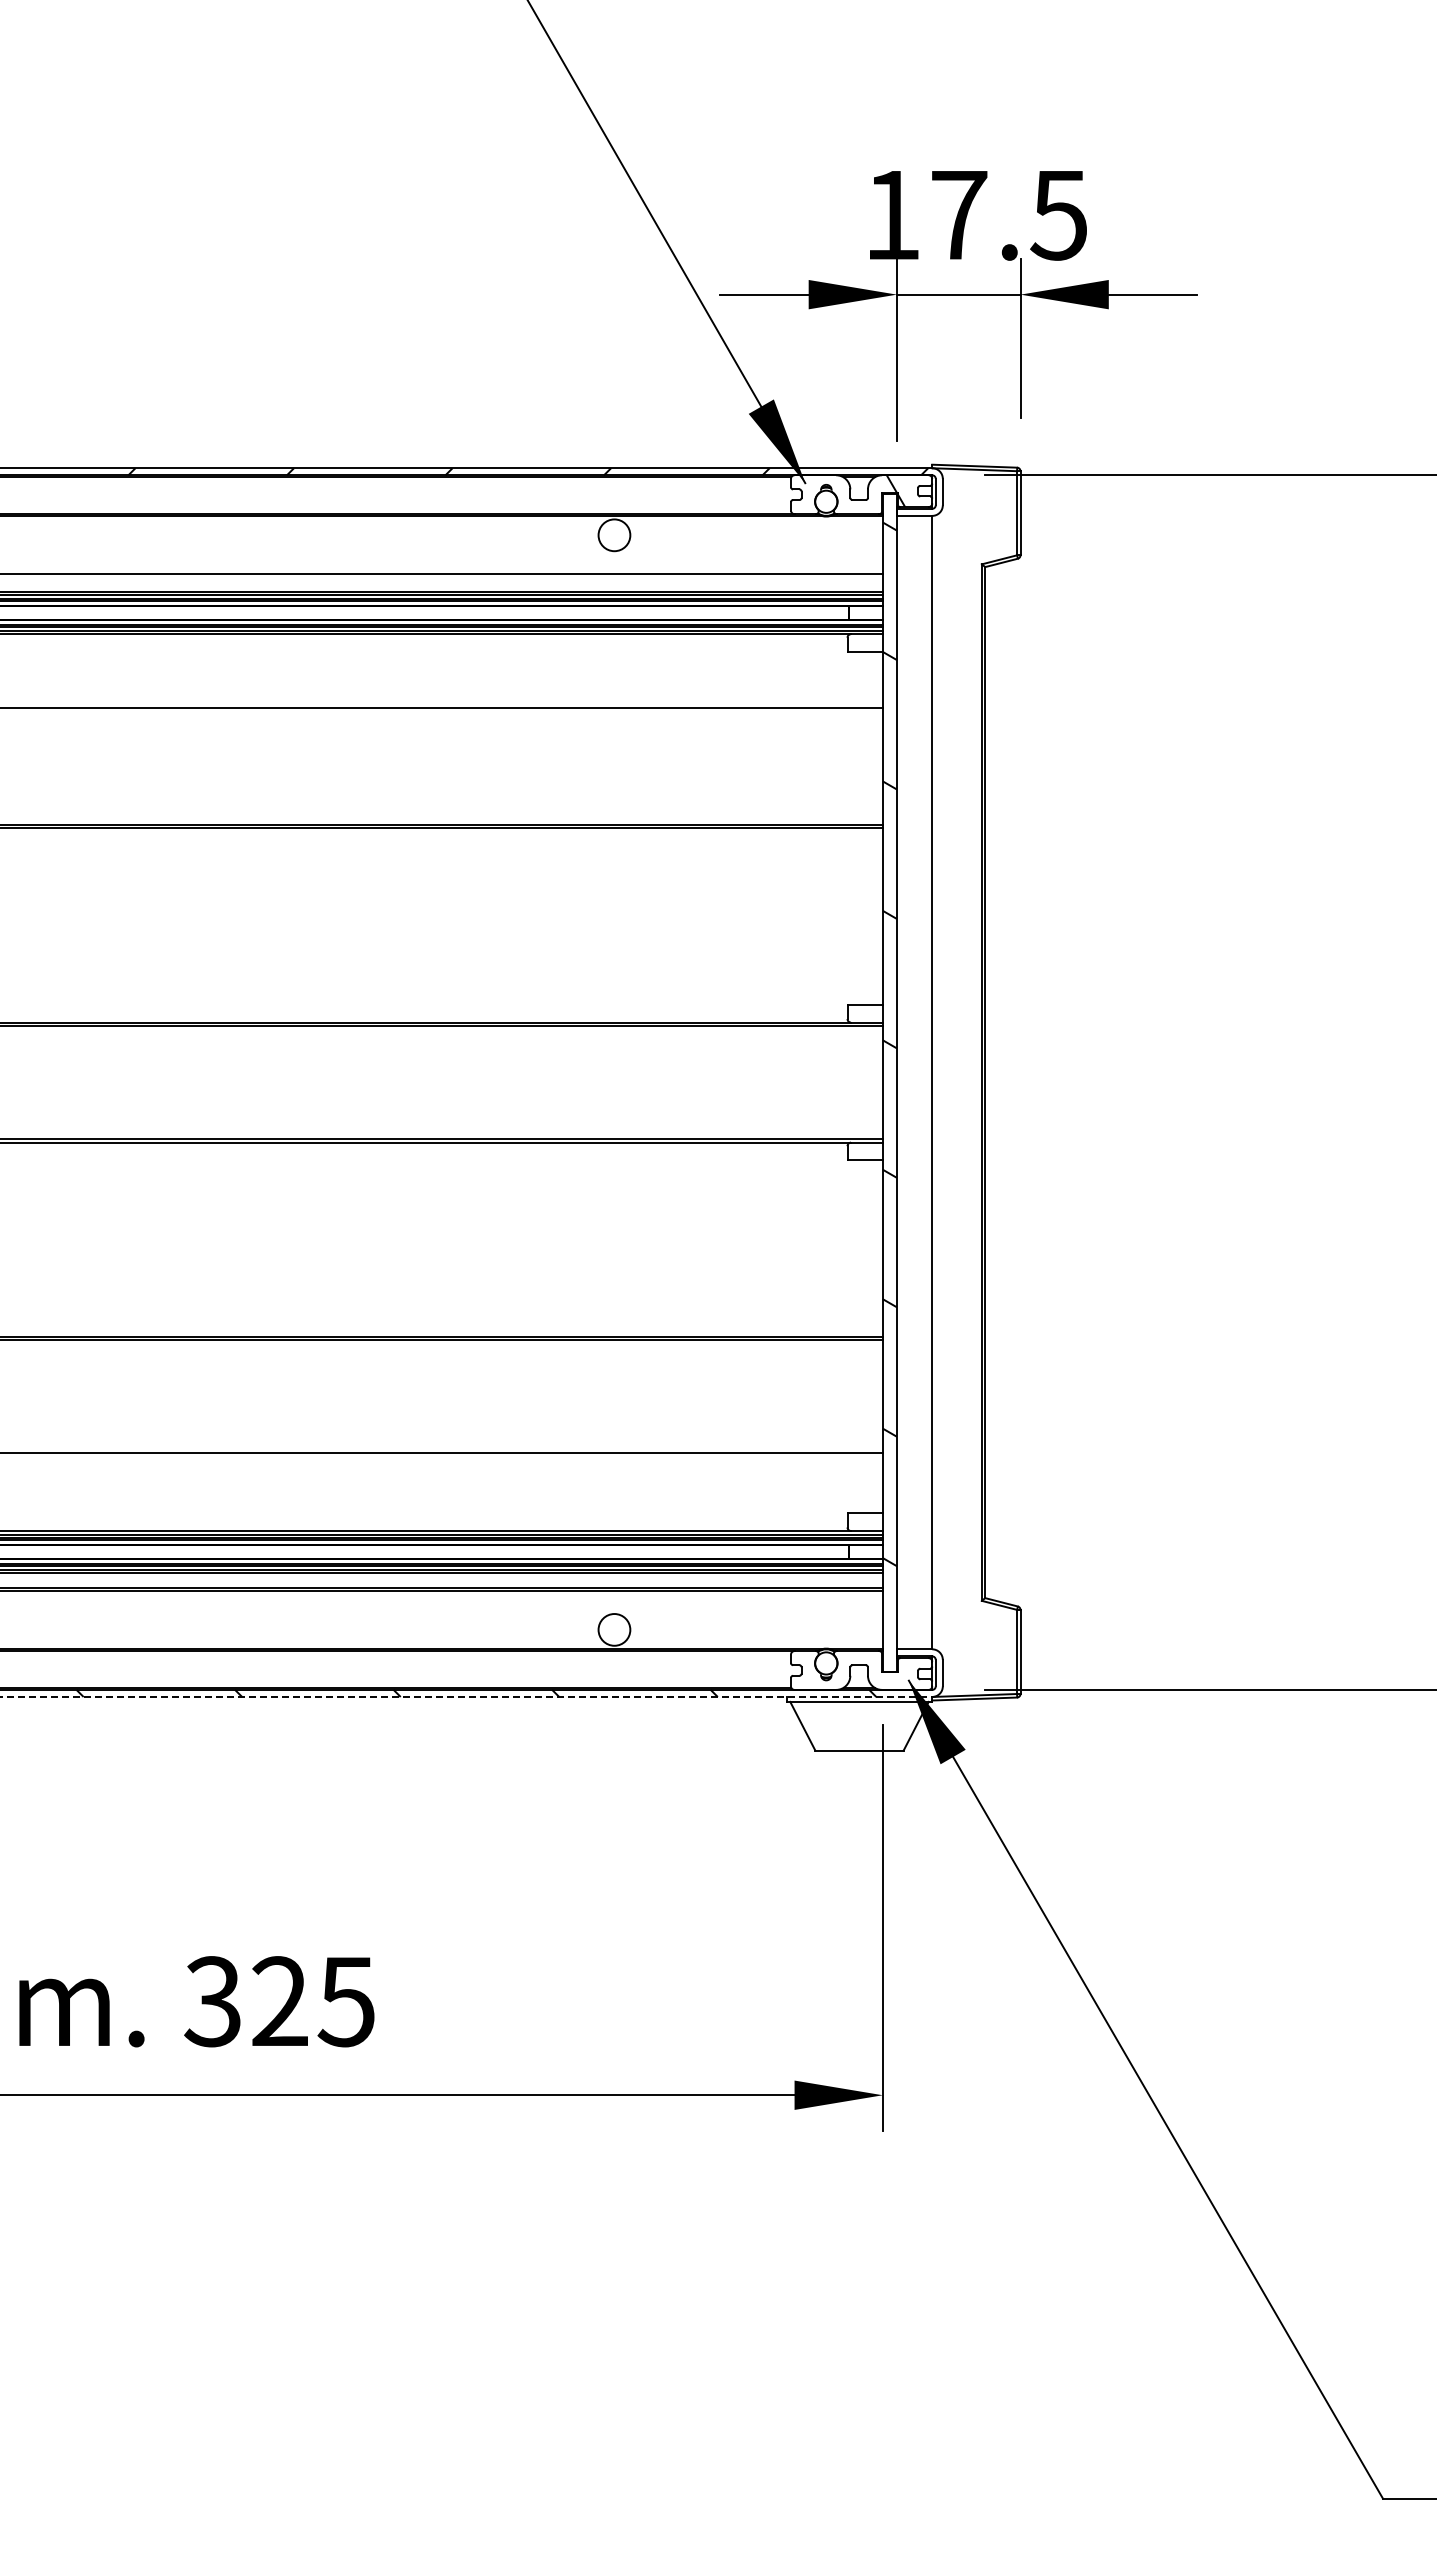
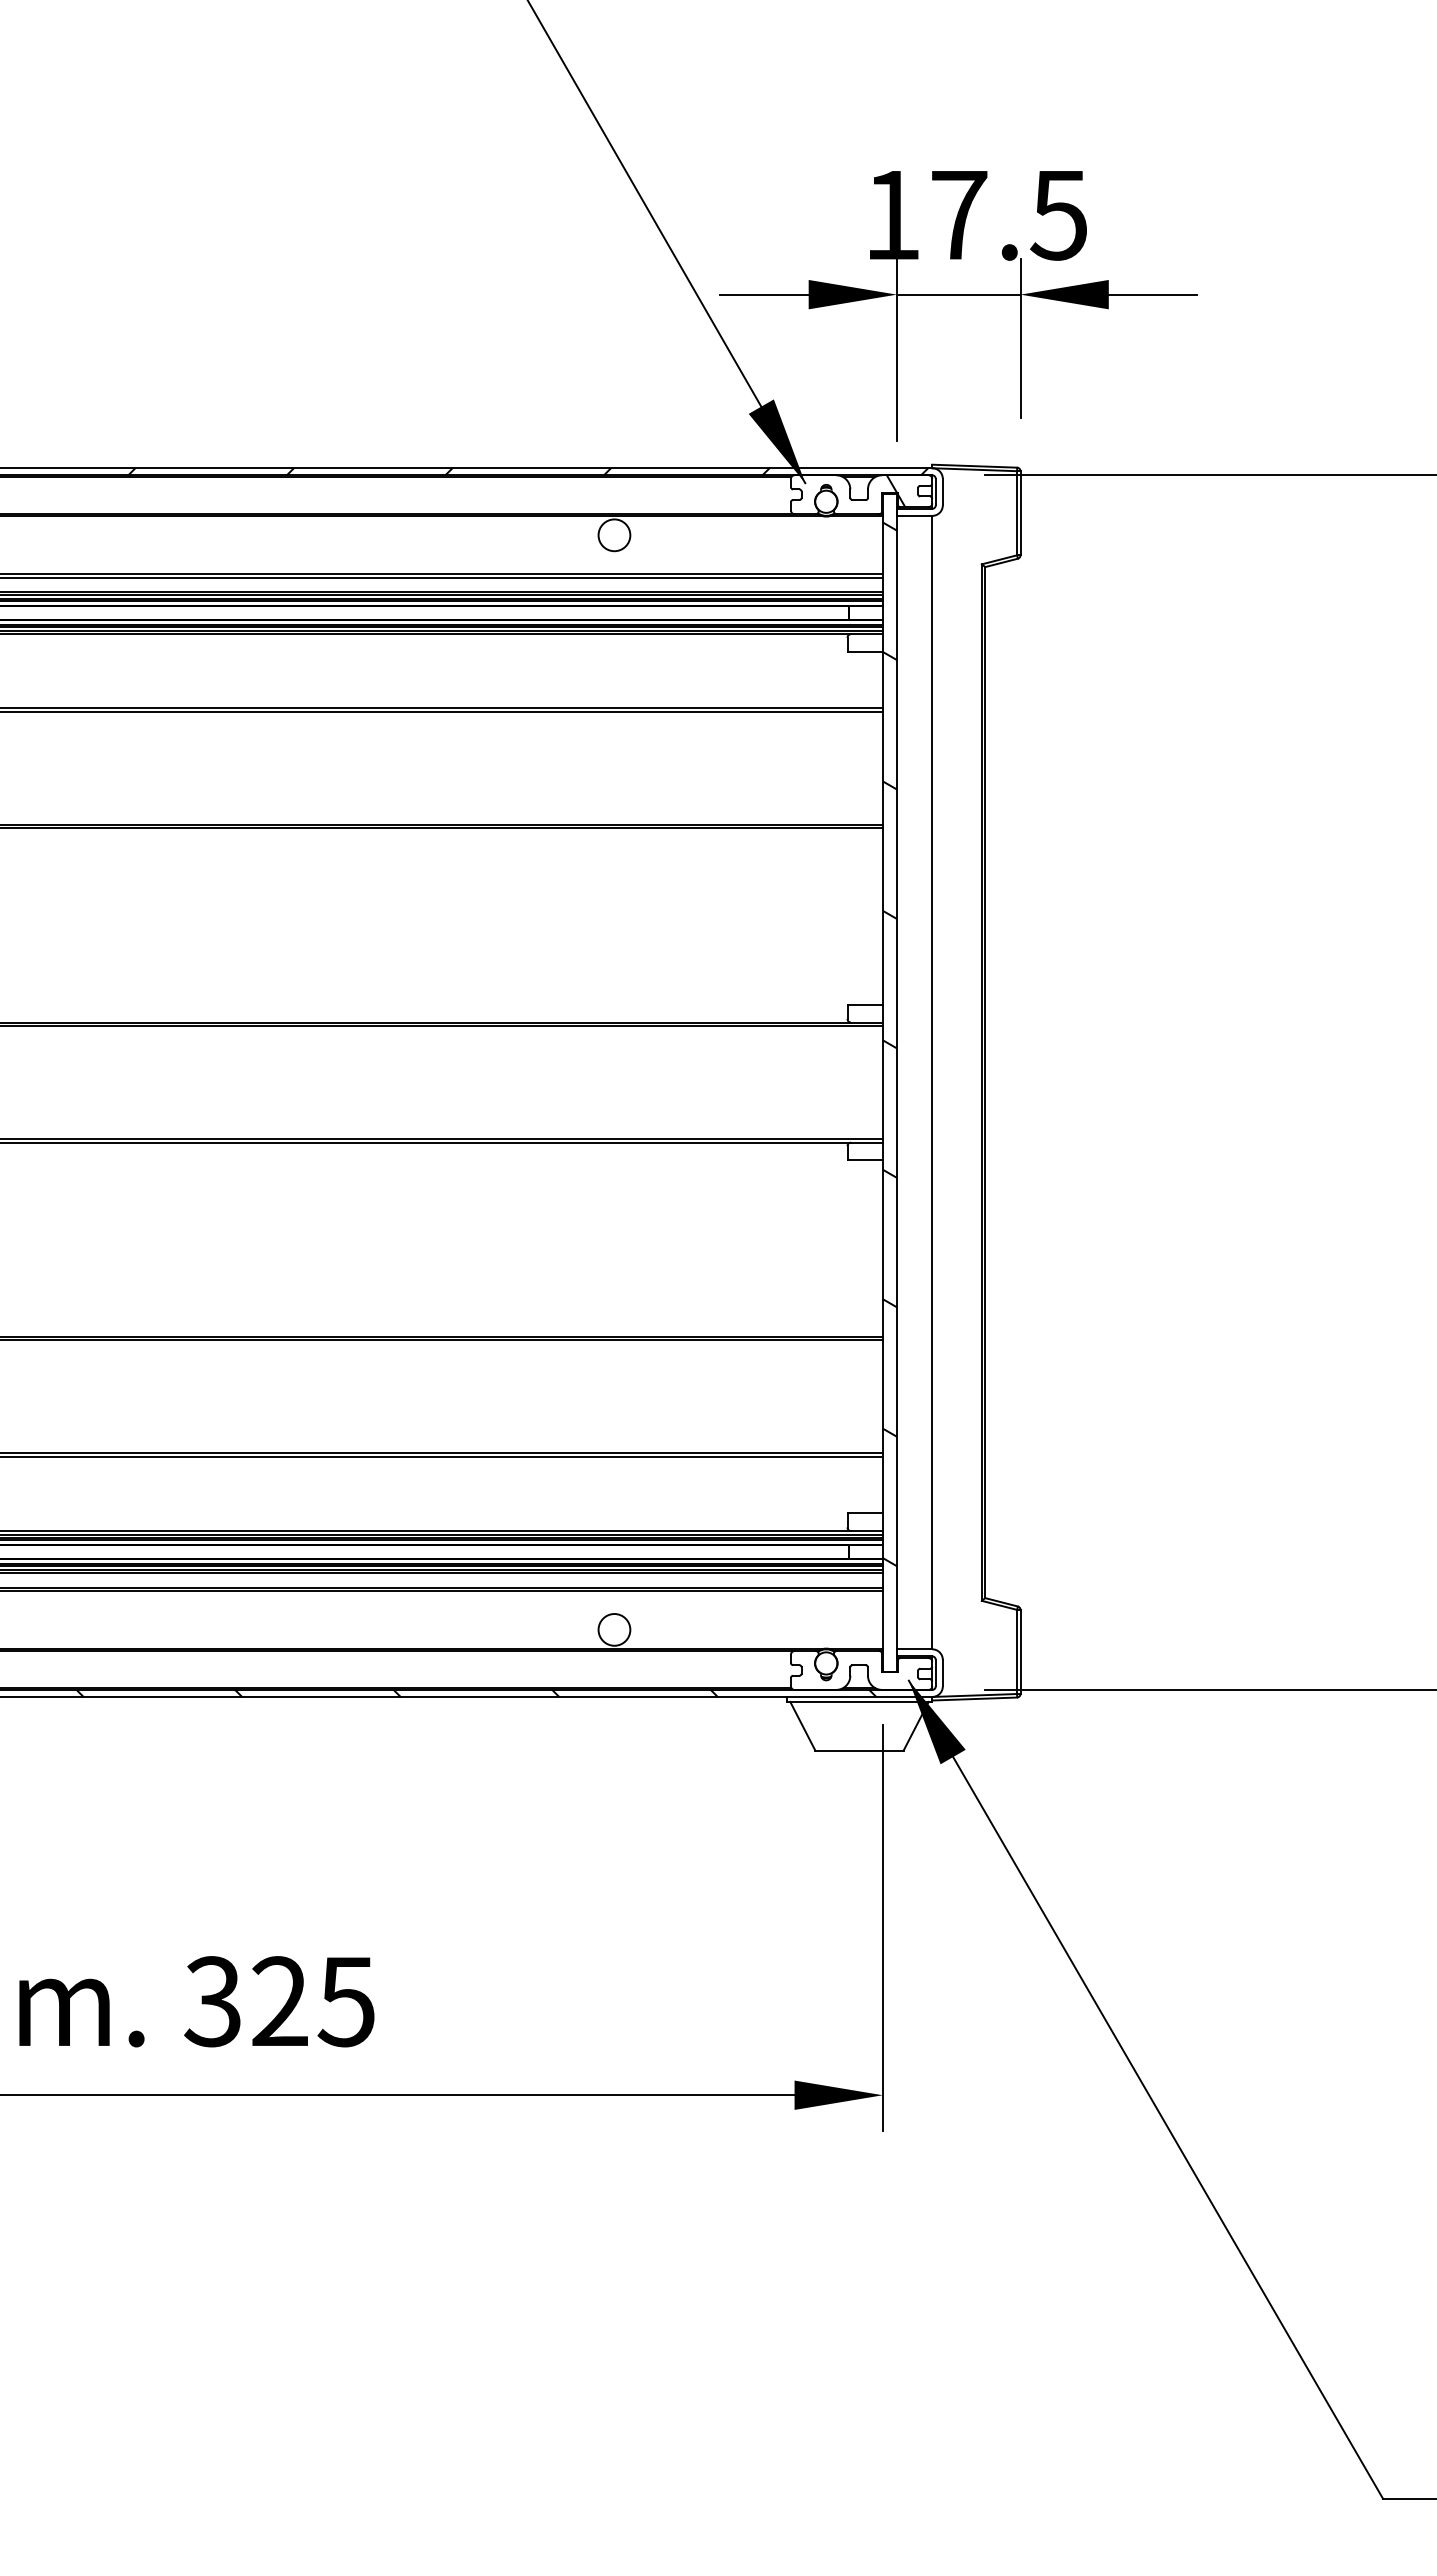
line at (442, 577): none -> present
line at (442, 711): none -> present
line at (442, 1456): none -> present
line at (466, 1696): dashed -> solid
